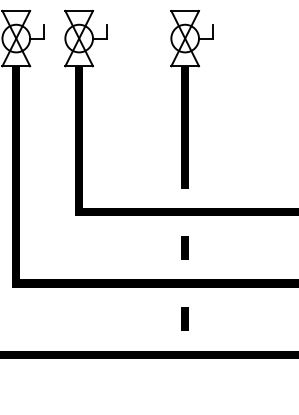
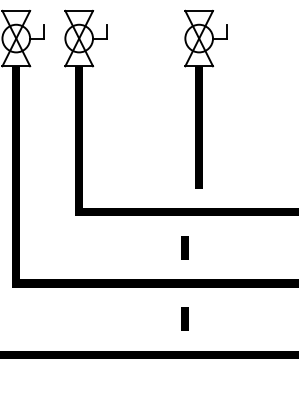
part at (191, 98) position: (191, 98) -> (205, 98)
